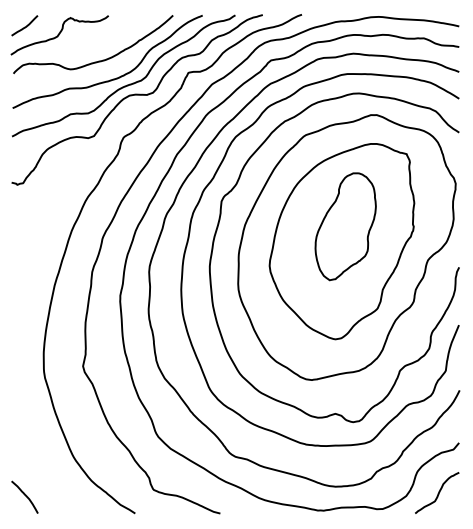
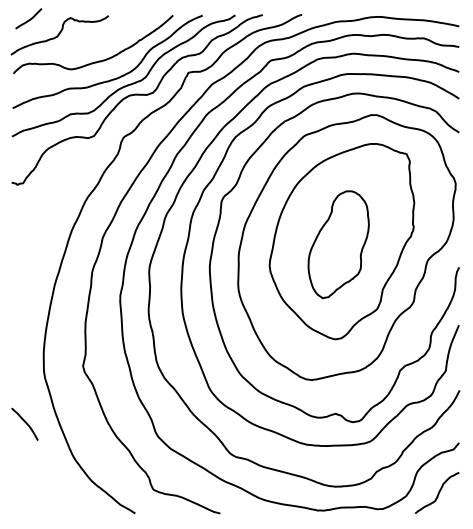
curve at (24, 26) position: (24, 26) -> (28, 19)
part at (345, 226) position: (345, 226) -> (338, 244)
curve at (24, 495) position: (24, 495) -> (24, 422)
